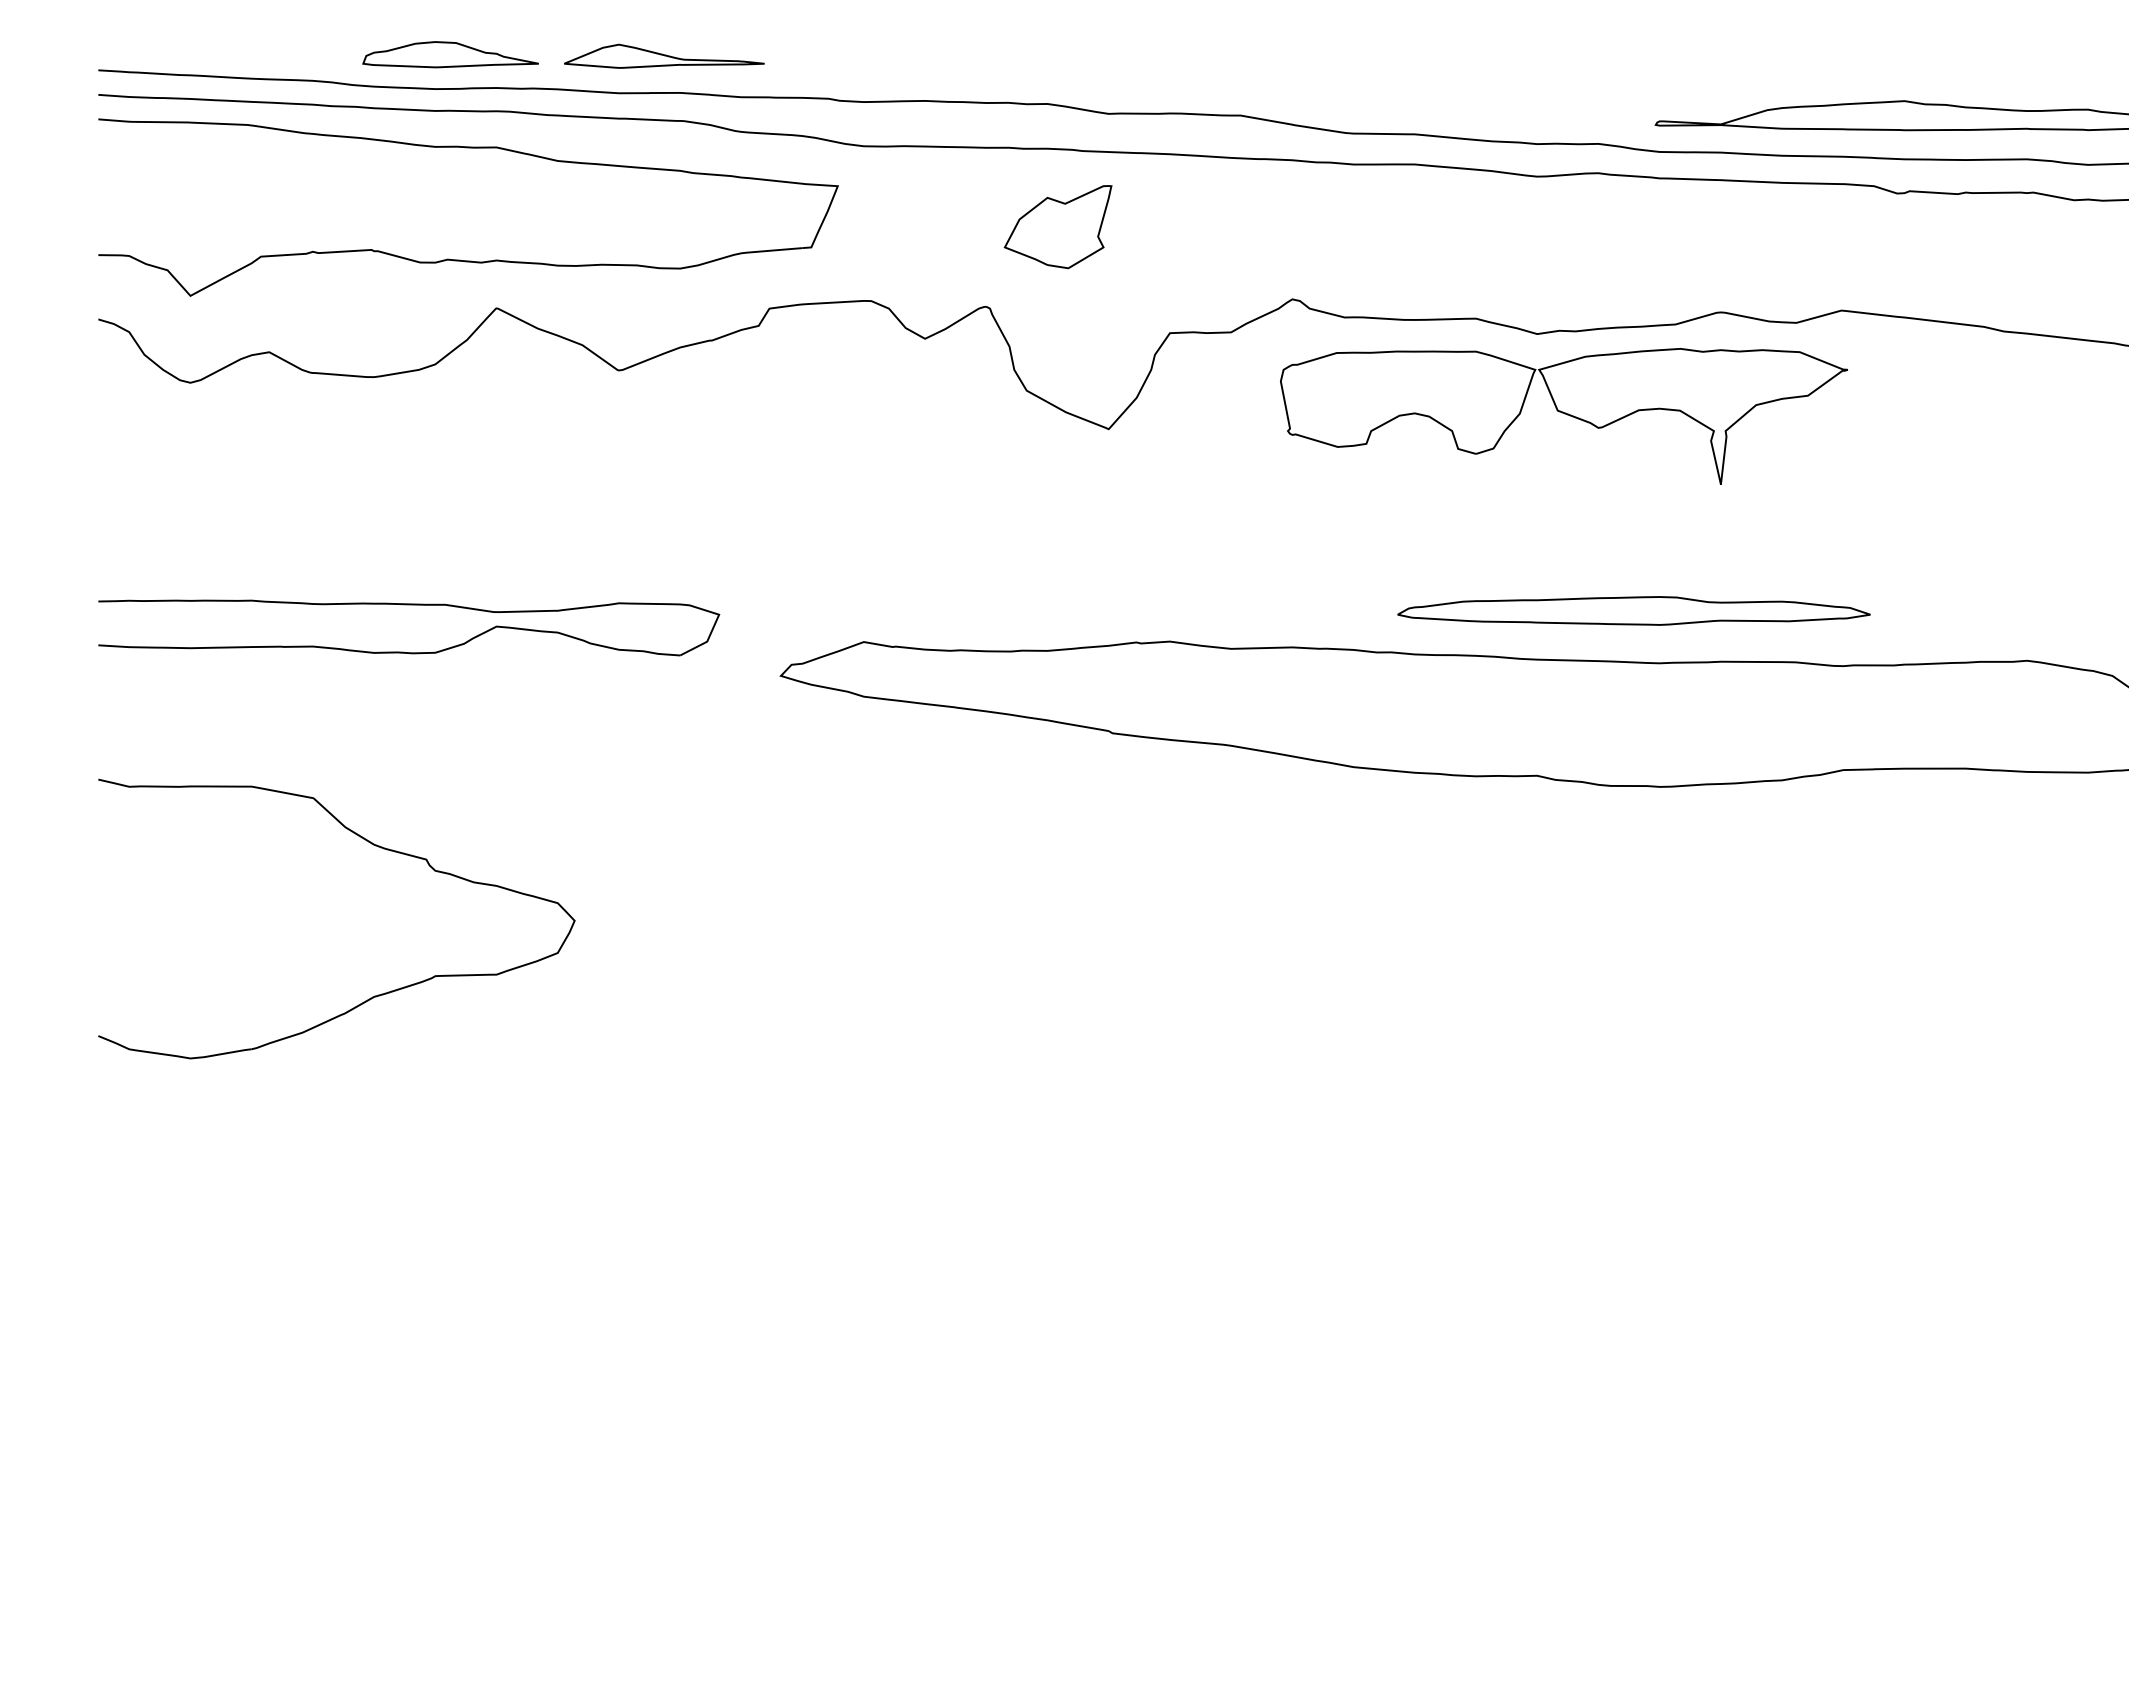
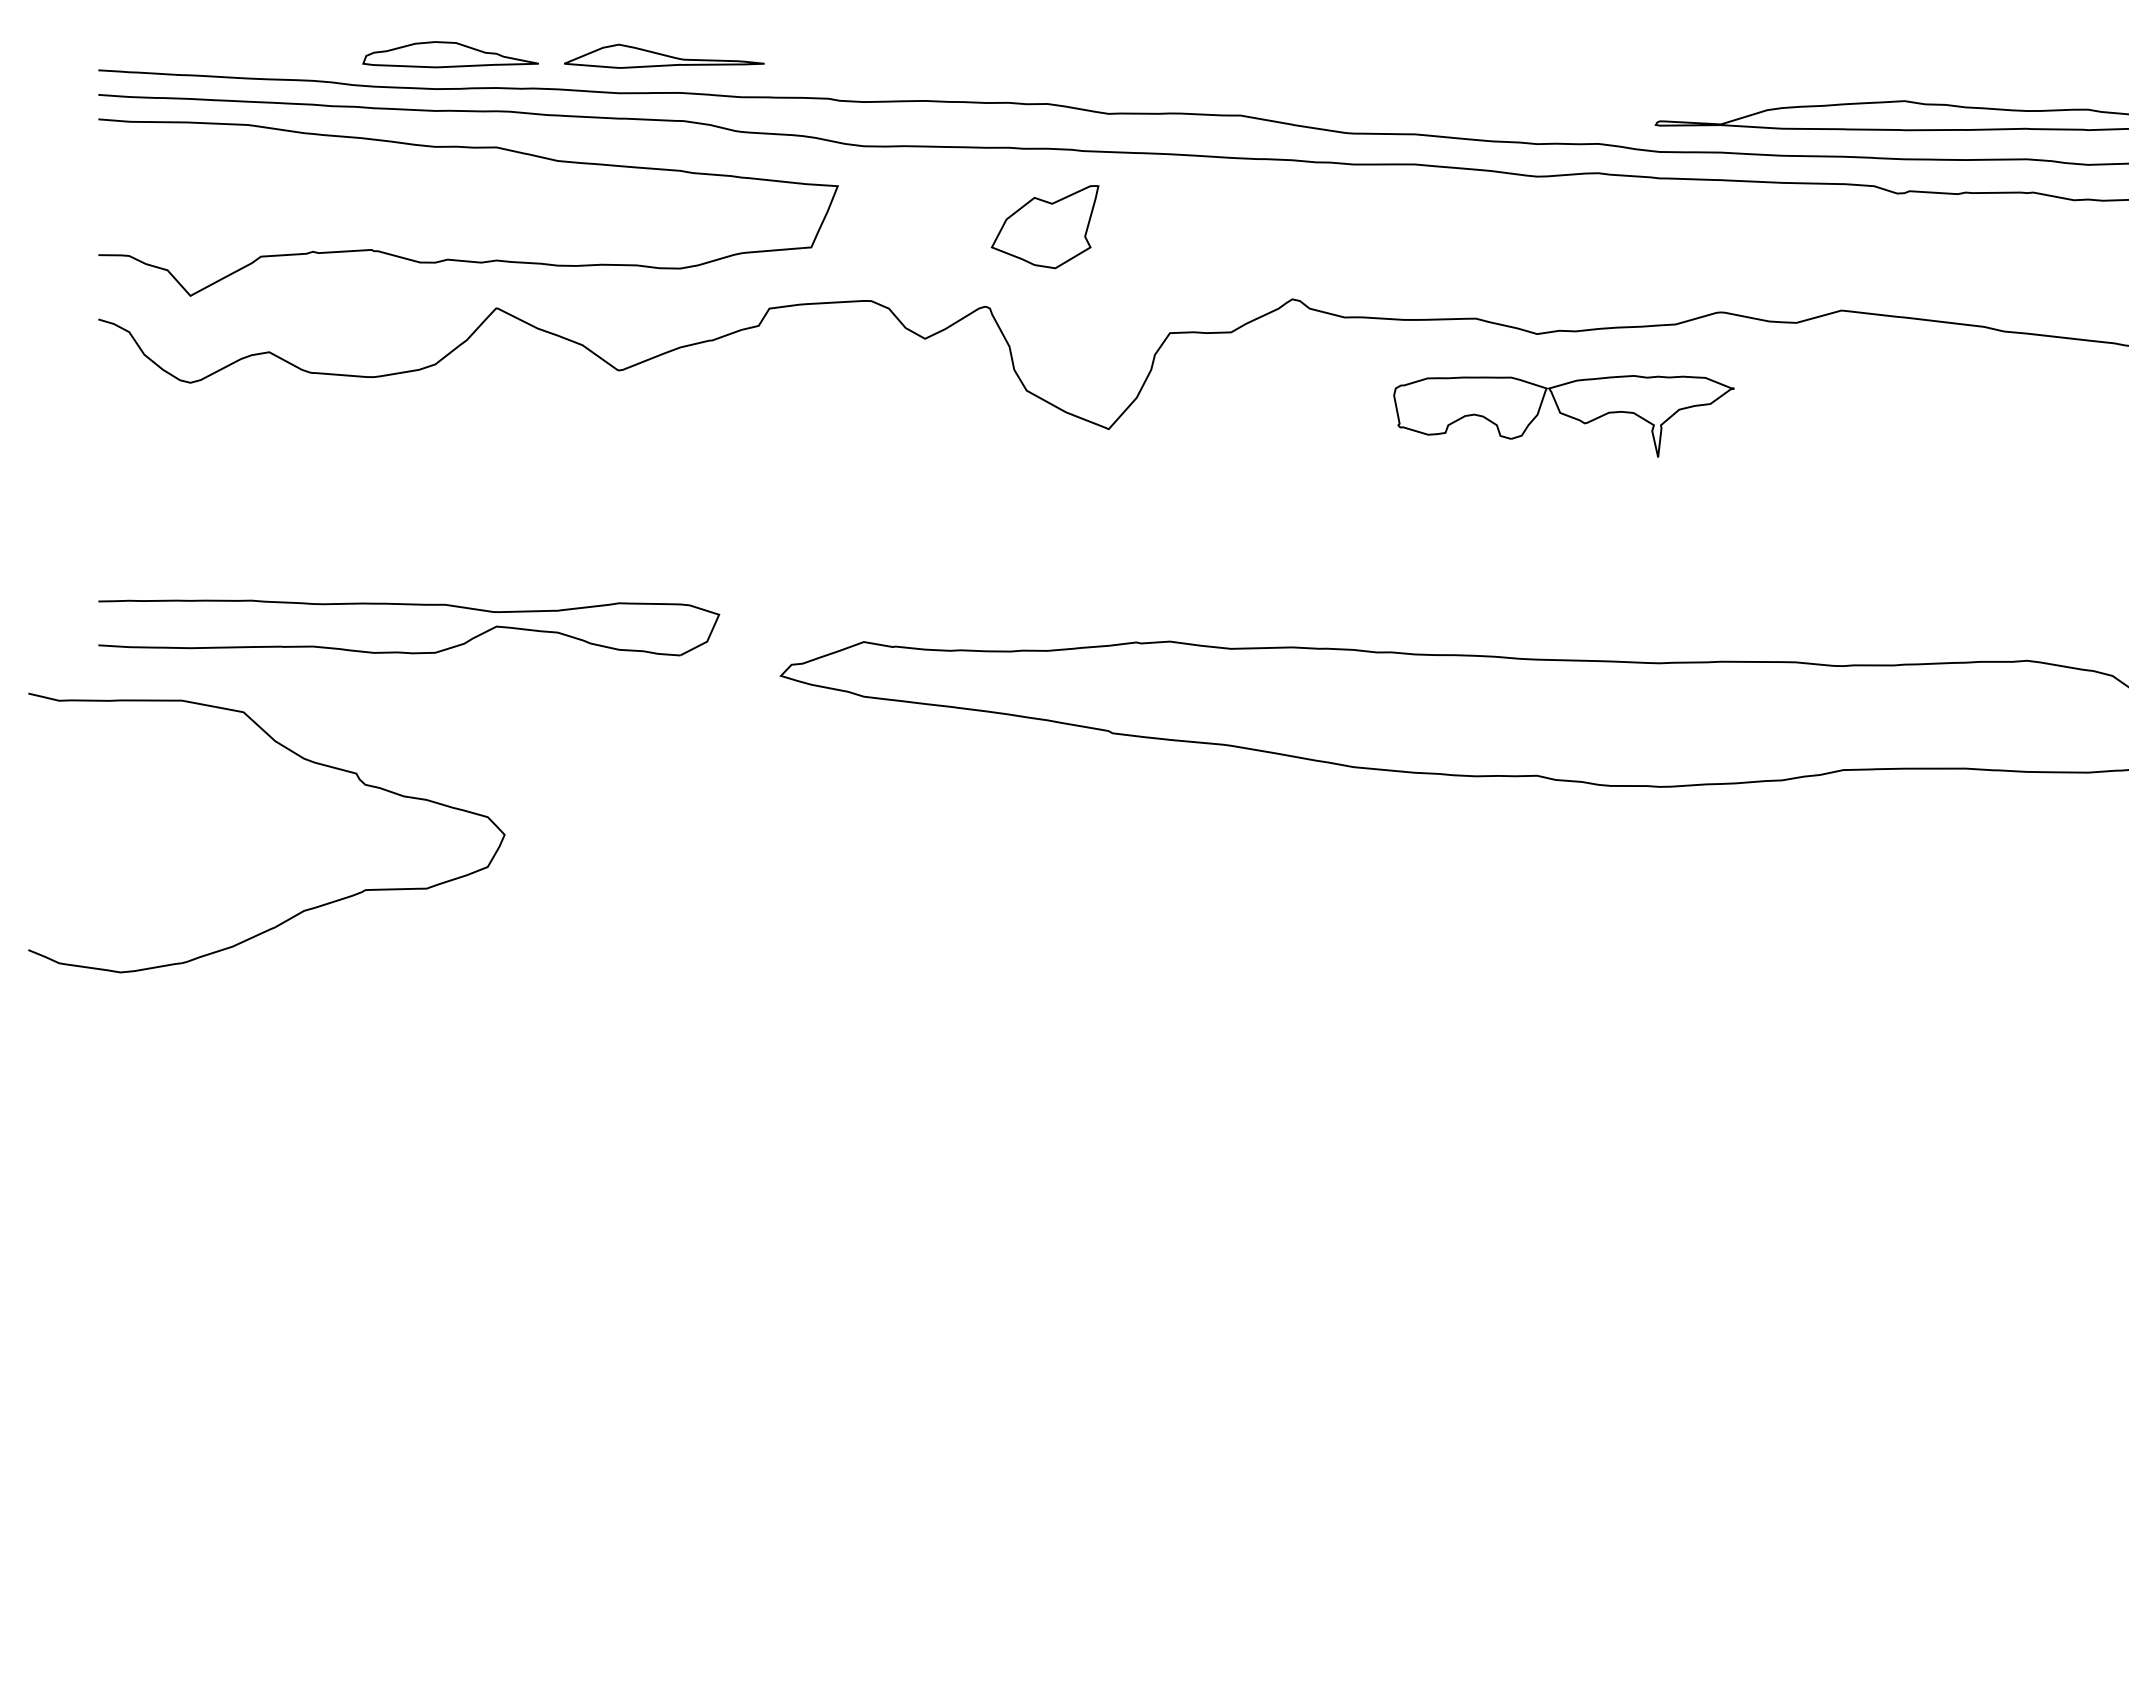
part at (1057, 227) position: (1057, 227) -> (1044, 227)
part at (1563, 416) size: 568x137 px -> 342x83 px
part at (1633, 610): present -> none
part at (373, 845) position: (373, 845) -> (303, 759)
